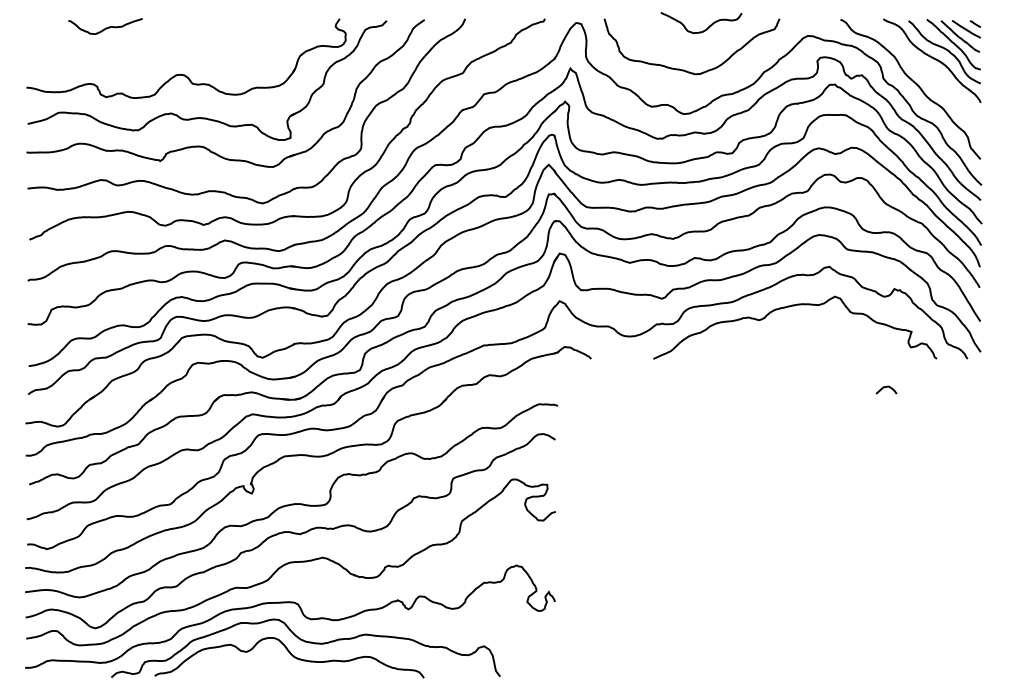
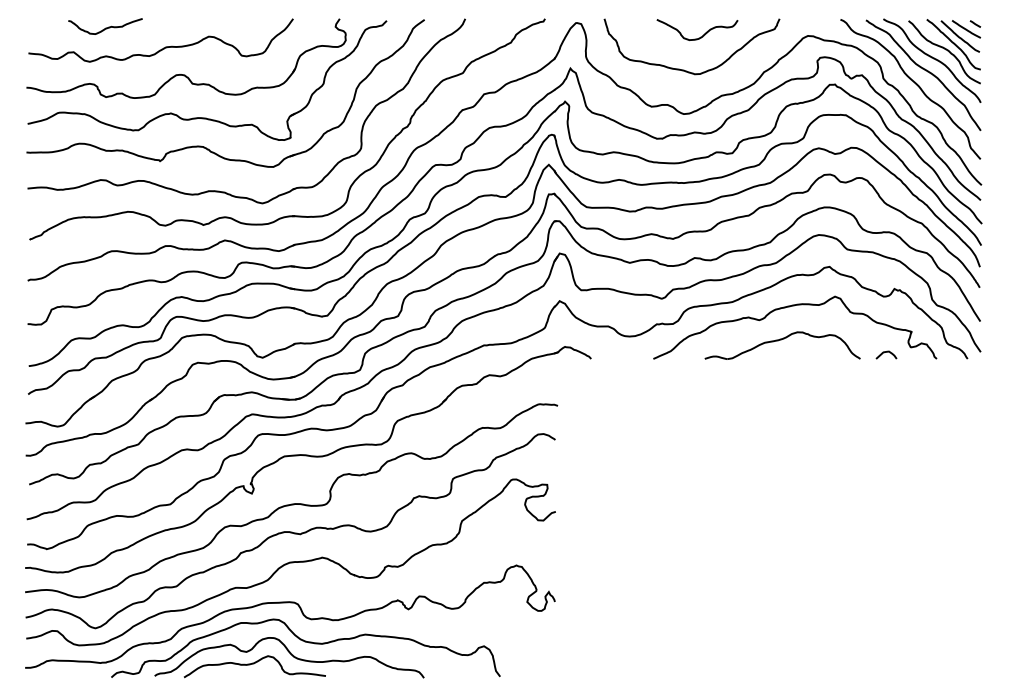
curve at (704, 29) position: (704, 29) -> (700, 36)
curve at (163, 47): none -> present
curve at (924, 70): none -> present
part at (782, 345): none -> present
curve at (886, 387) position: (886, 387) -> (886, 352)
curve at (254, 664): none -> present
